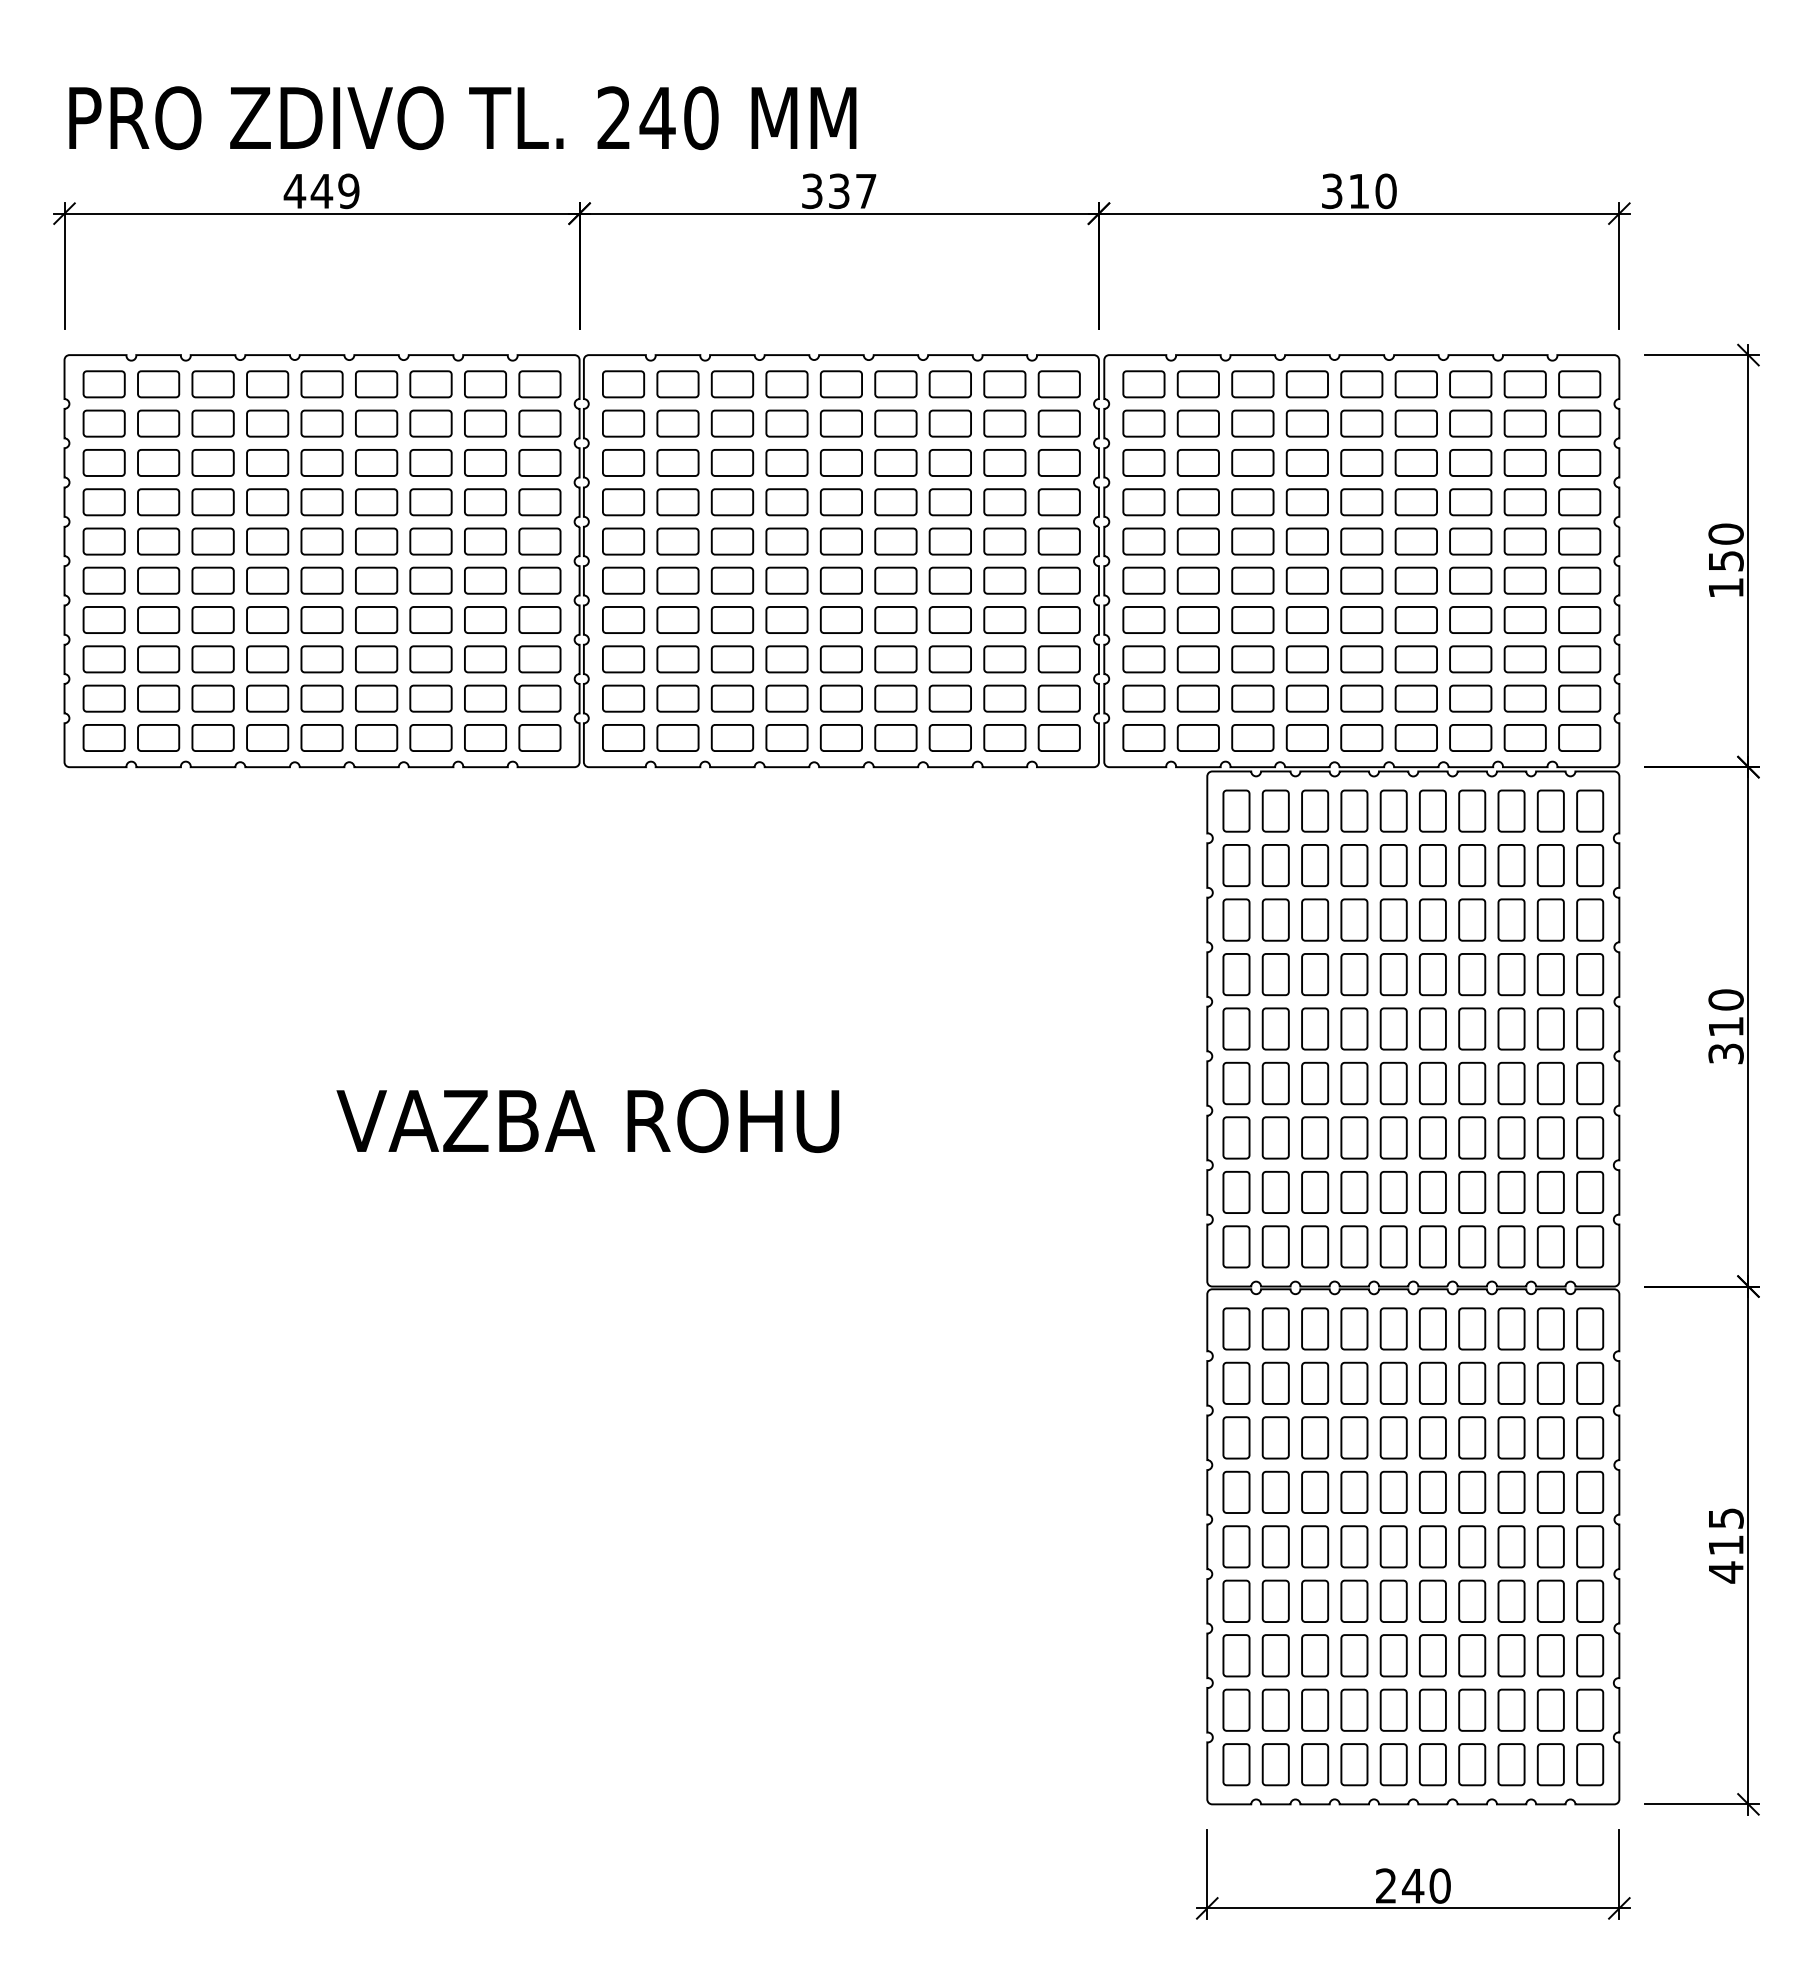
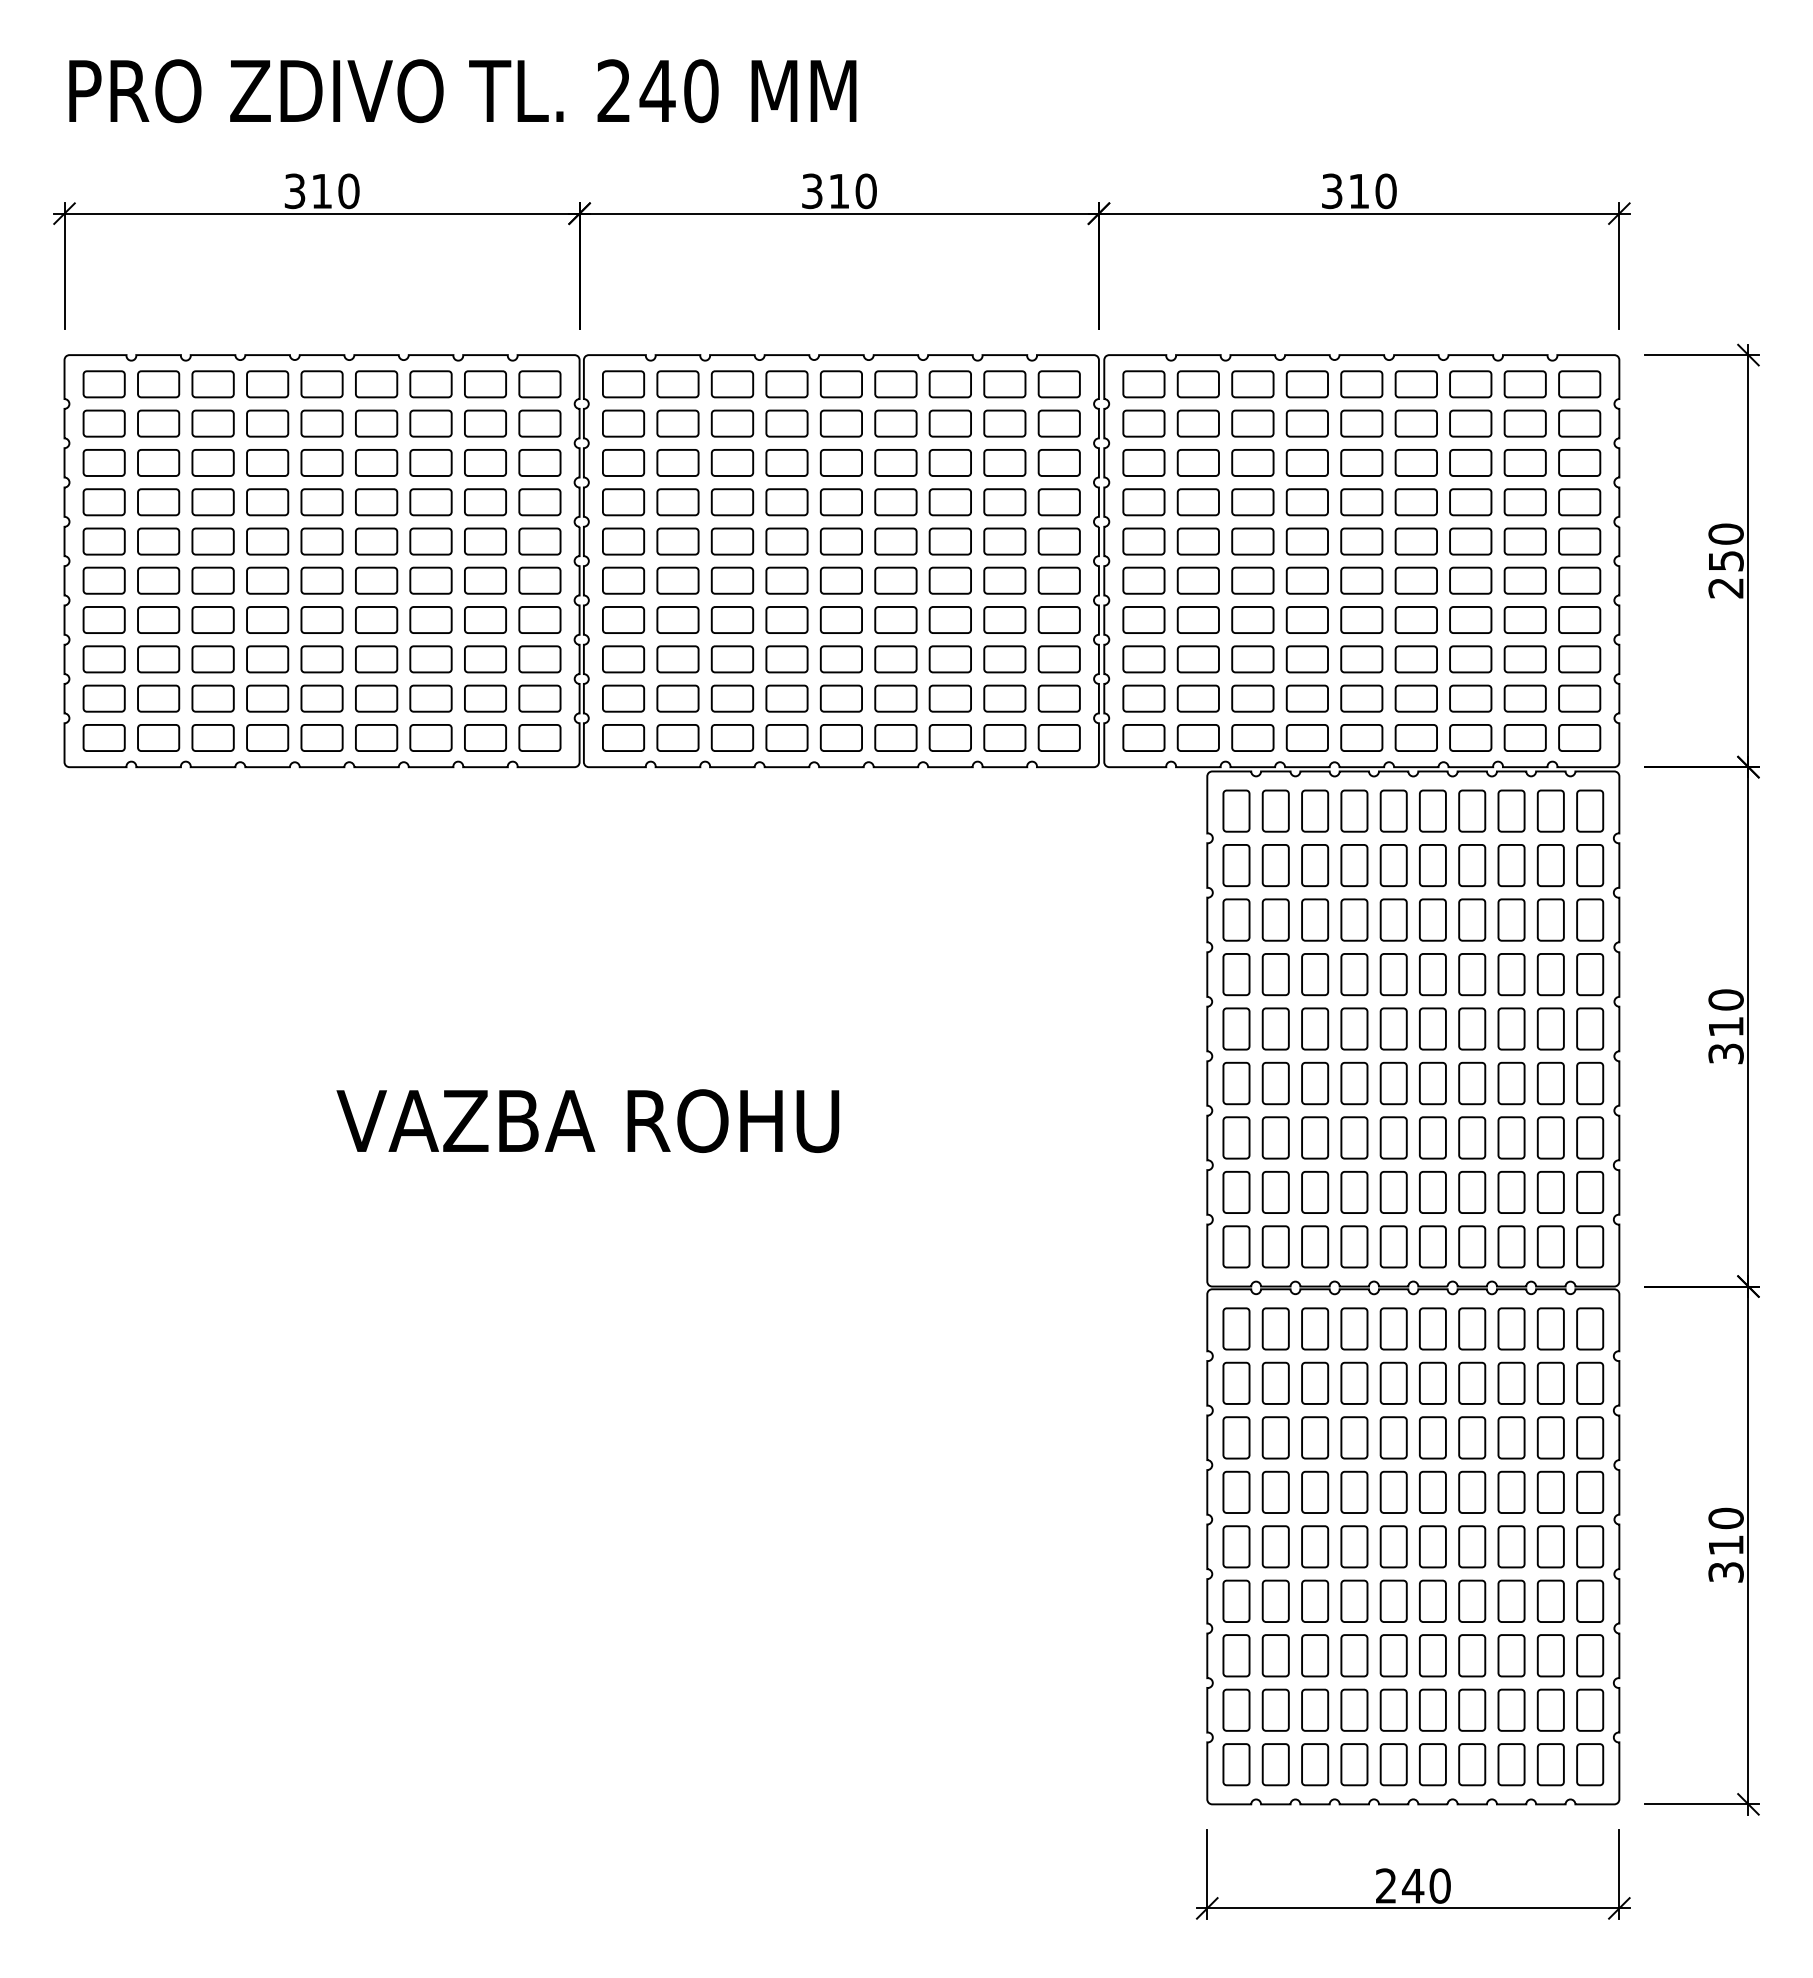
text at (462, 118) position: (462, 118) -> (462, 91)
text at (321, 191): 449 -> 310
text at (852, 191): 337 -> 310
text at (1725, 588): 150 -> 250
text at (1725, 1545): 415 -> 310
